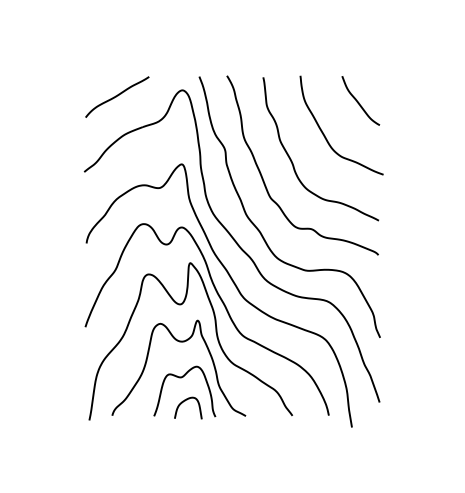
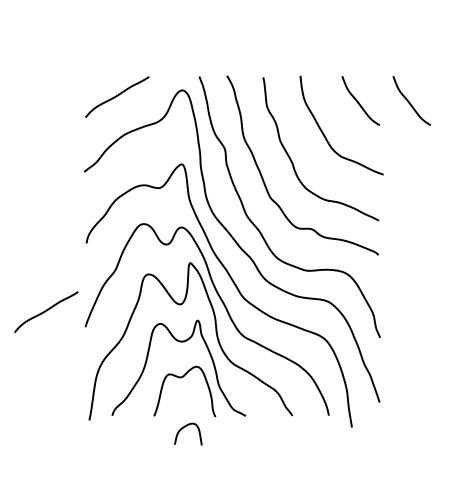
curve at (409, 101): none -> present
curve at (46, 311): none -> present
curve at (185, 401) position: (185, 401) -> (185, 427)
